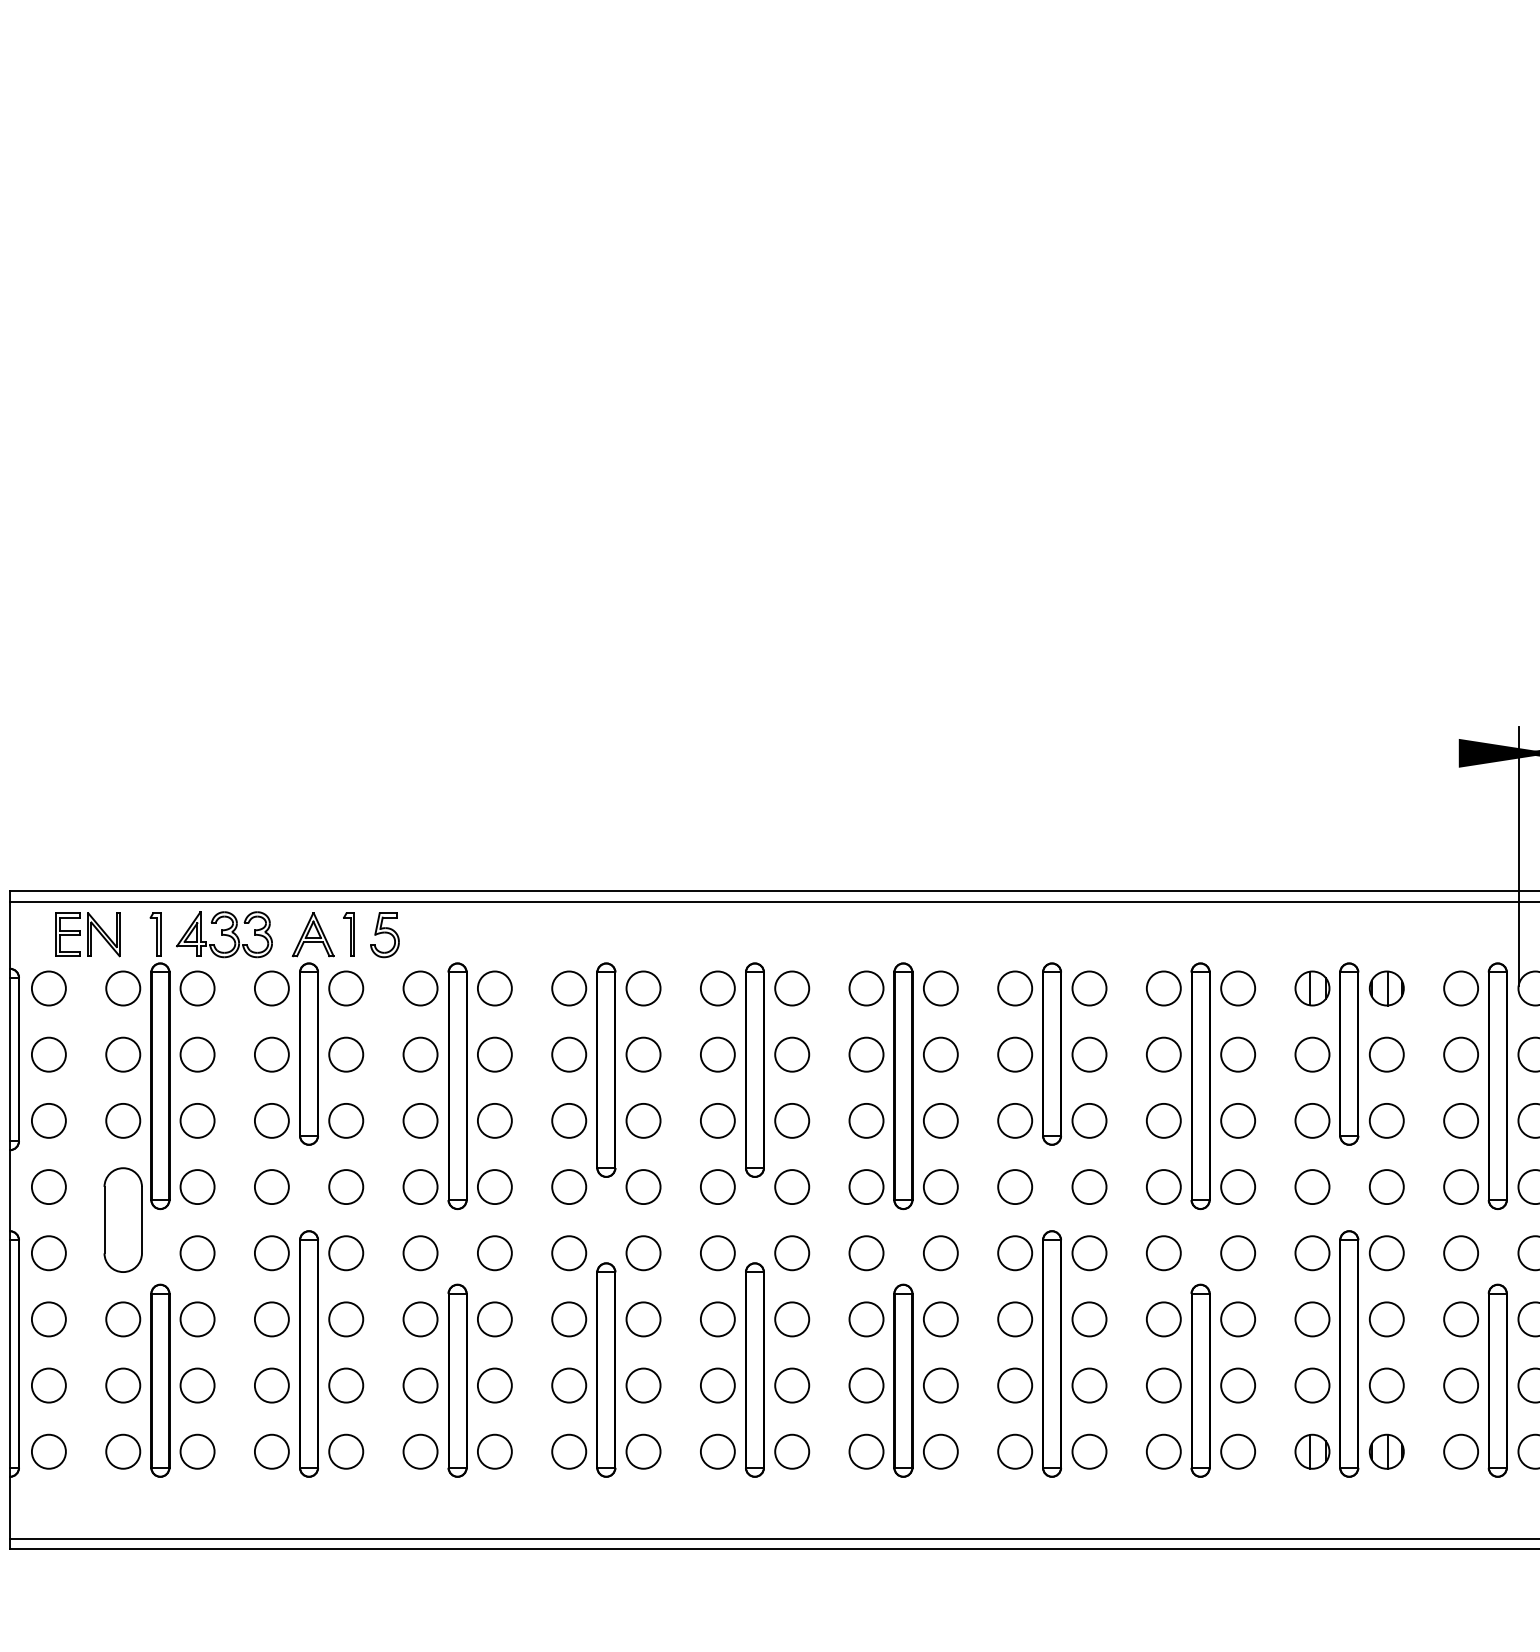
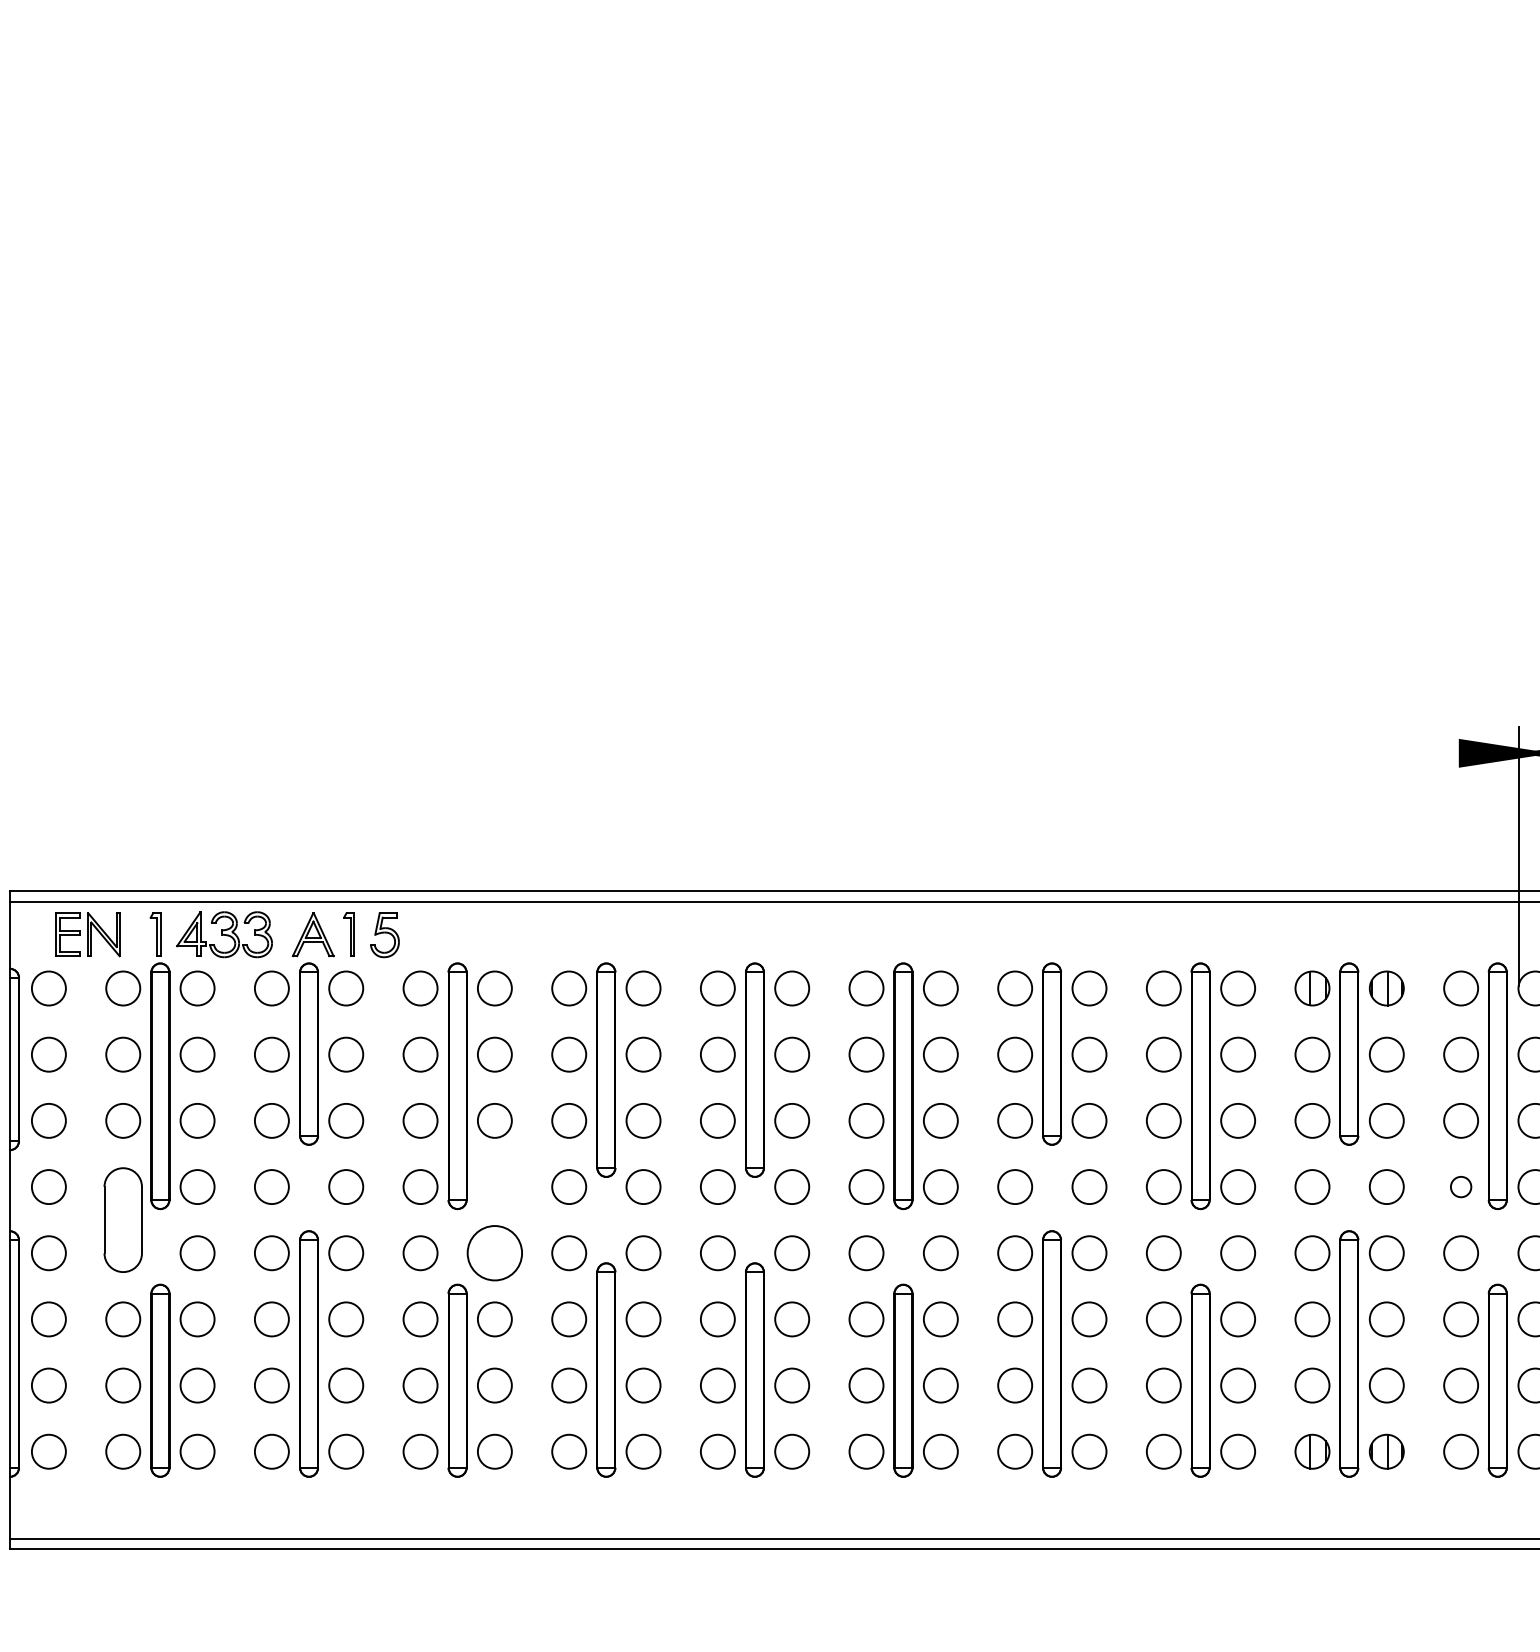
circle at (494, 1186): present -> none
circle at (1461, 1187) diameter: 34 px -> 20 px
circle at (494, 1253) diameter: 34 px -> 54 px
